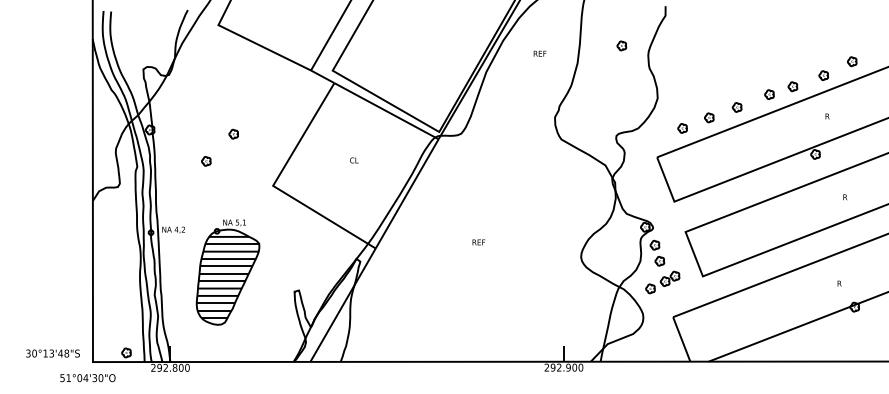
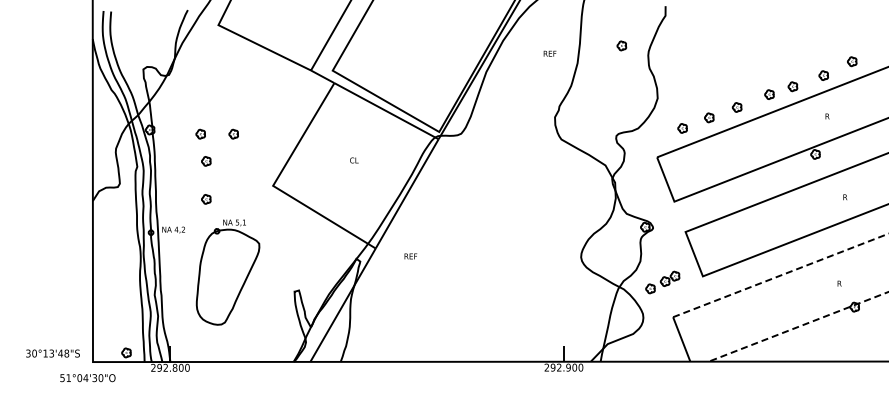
text at (539, 53) position: (539, 53) -> (549, 53)
part at (200, 133): none -> present
part at (206, 199): none -> present
line at (871, 240): solid -> dashed
text at (478, 242) position: (478, 242) -> (410, 256)
part at (657, 252): present -> none
hatch at (227, 277): present -> none
